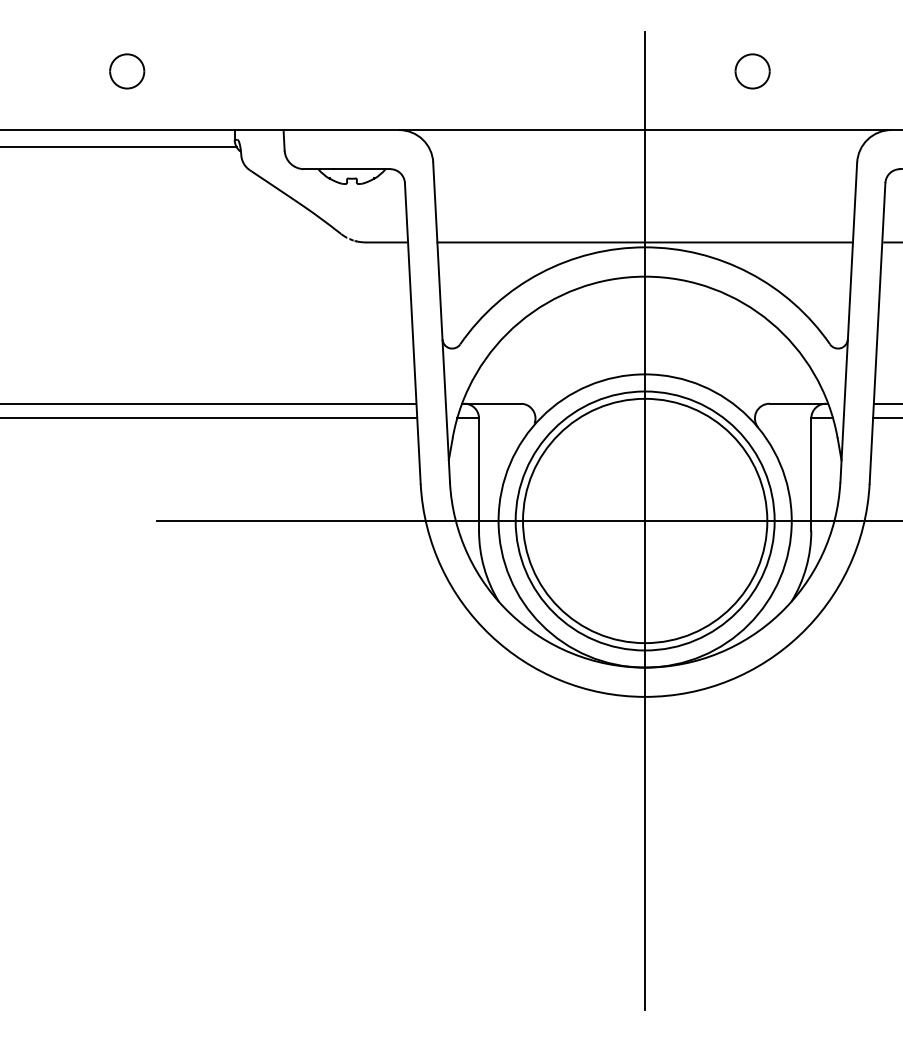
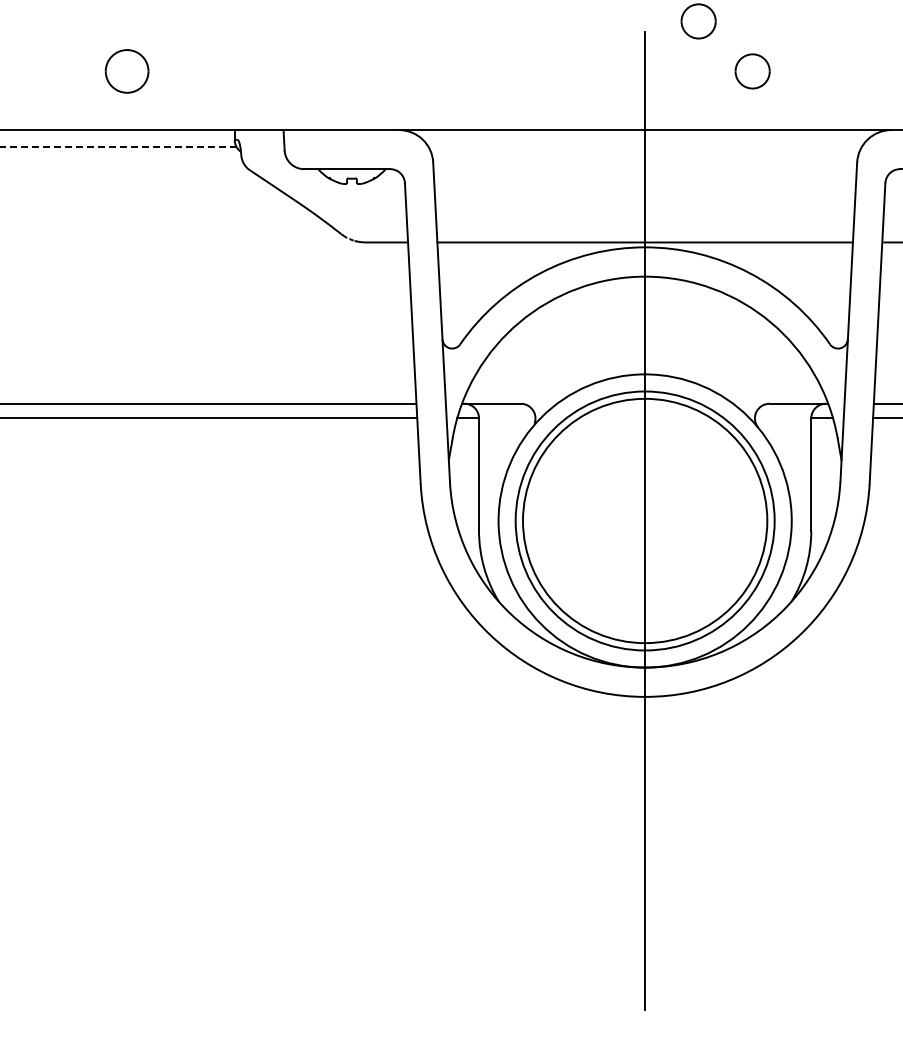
part at (698, 21): none -> present
part at (127, 71) size: 37x37 px -> 46x45 px
line at (118, 147): solid -> dashed
line at (527, 521): present -> none
